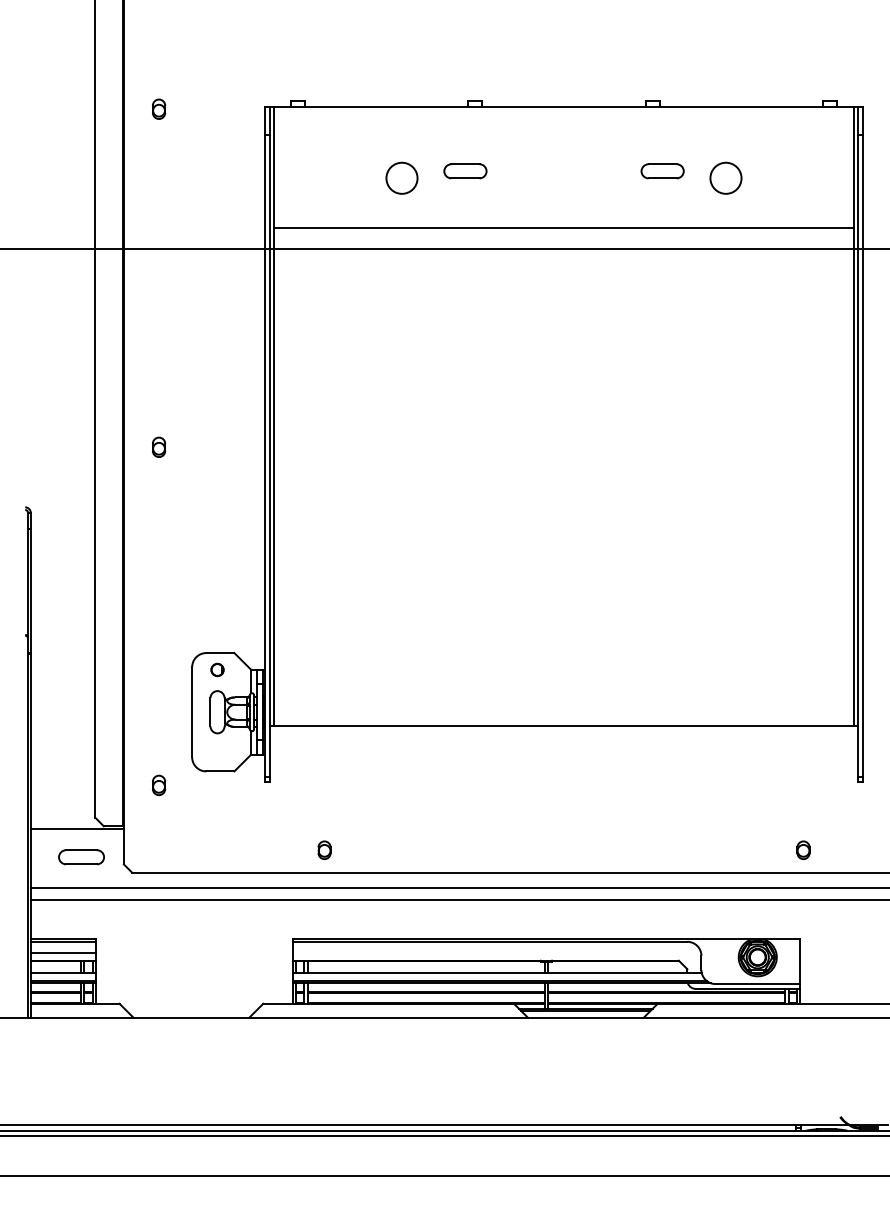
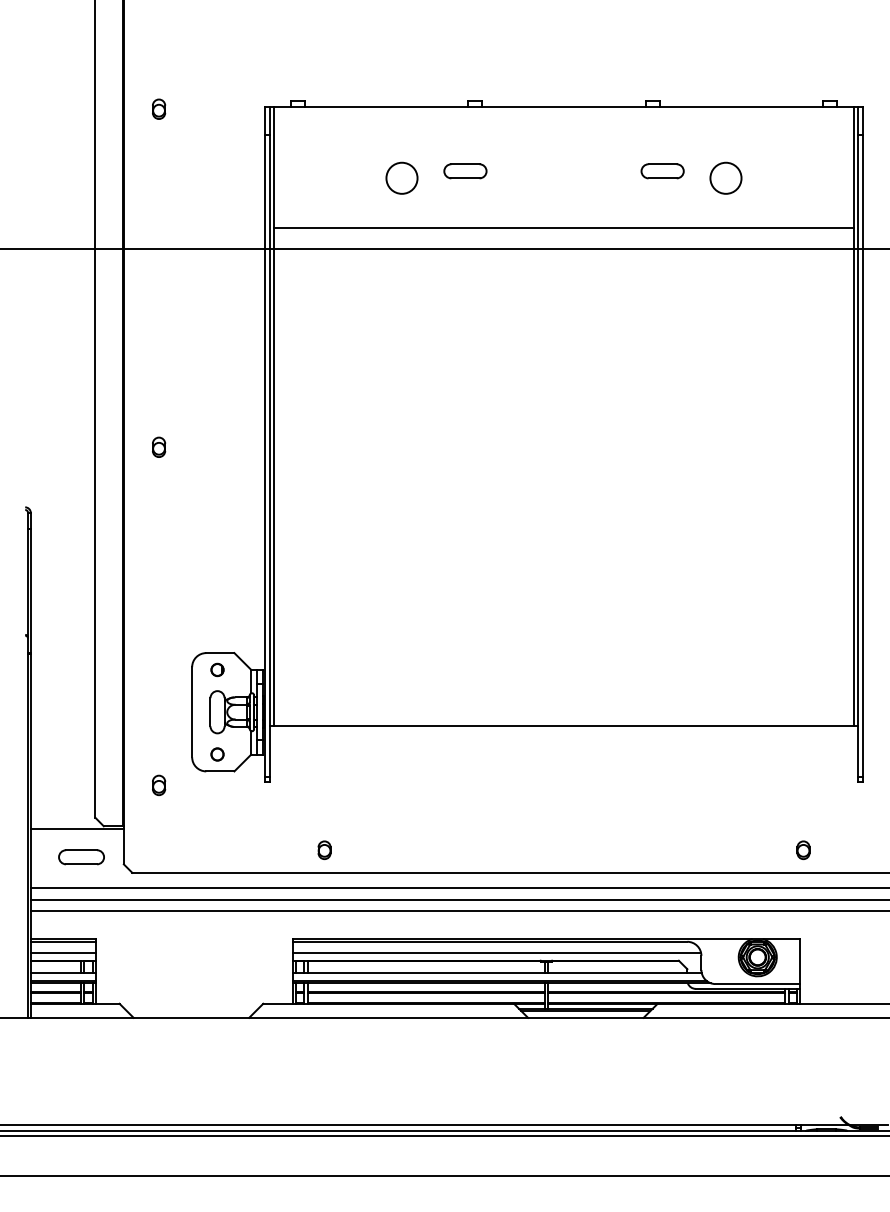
circle at (217, 754): none -> present
line at (458, 910): none -> present
line at (496, 953): none -> present
